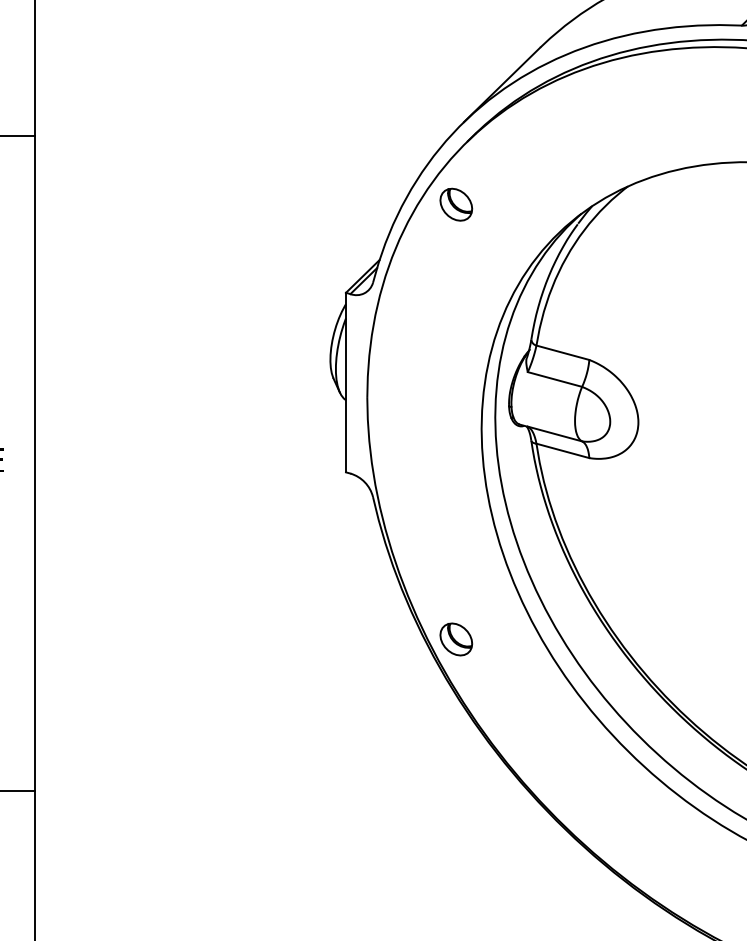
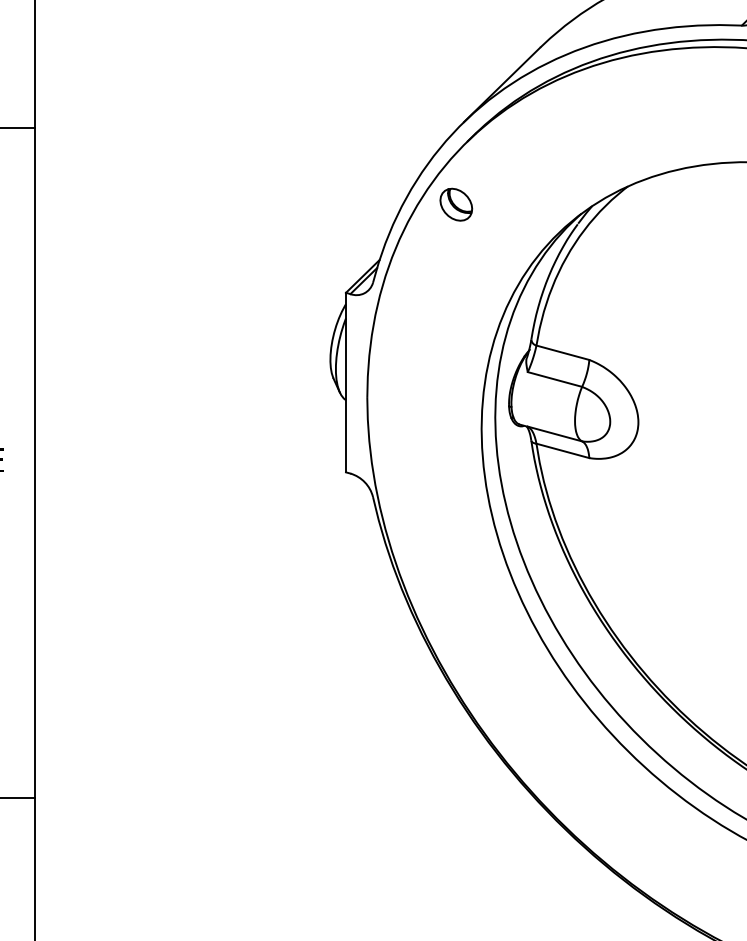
line at (18, 136) position: (18, 136) -> (18, 128)
part at (456, 639): present -> none
line at (18, 790) position: (18, 790) -> (18, 797)
